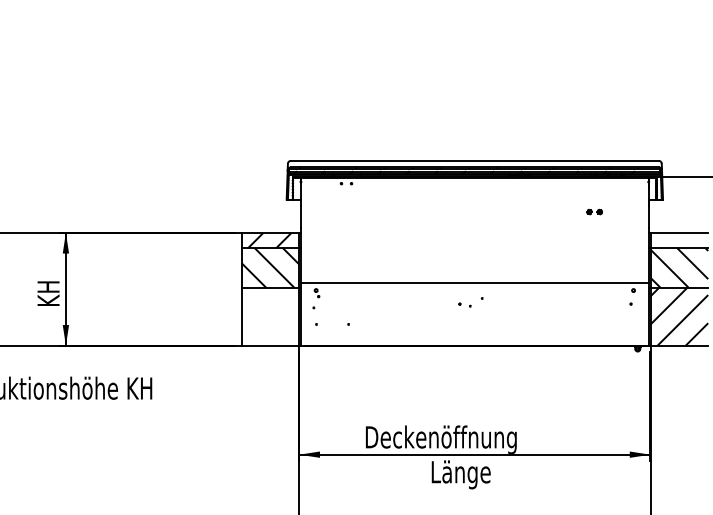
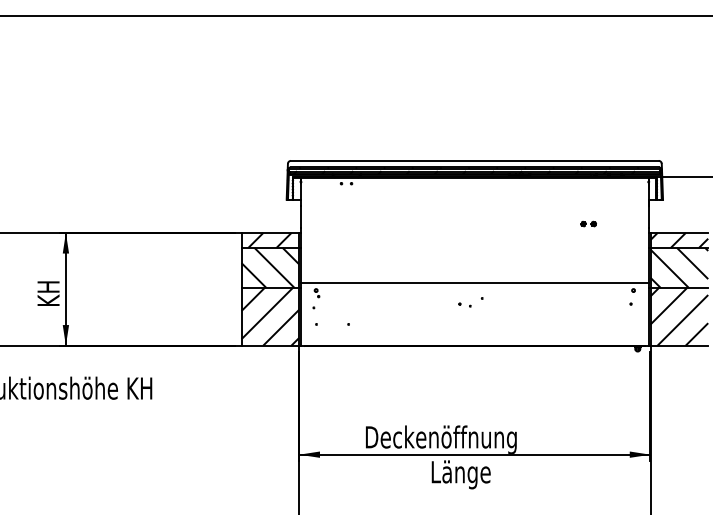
line at (355, 15): none -> present
part at (594, 211) position: (594, 211) -> (588, 223)
hatch at (679, 239): none -> present
hatch at (270, 316): none -> present
